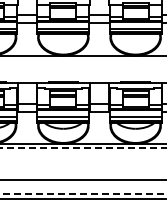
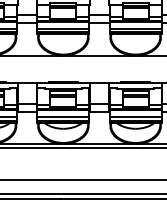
line at (83, 148): dashed -> solid
line at (83, 194): dashed -> solid
